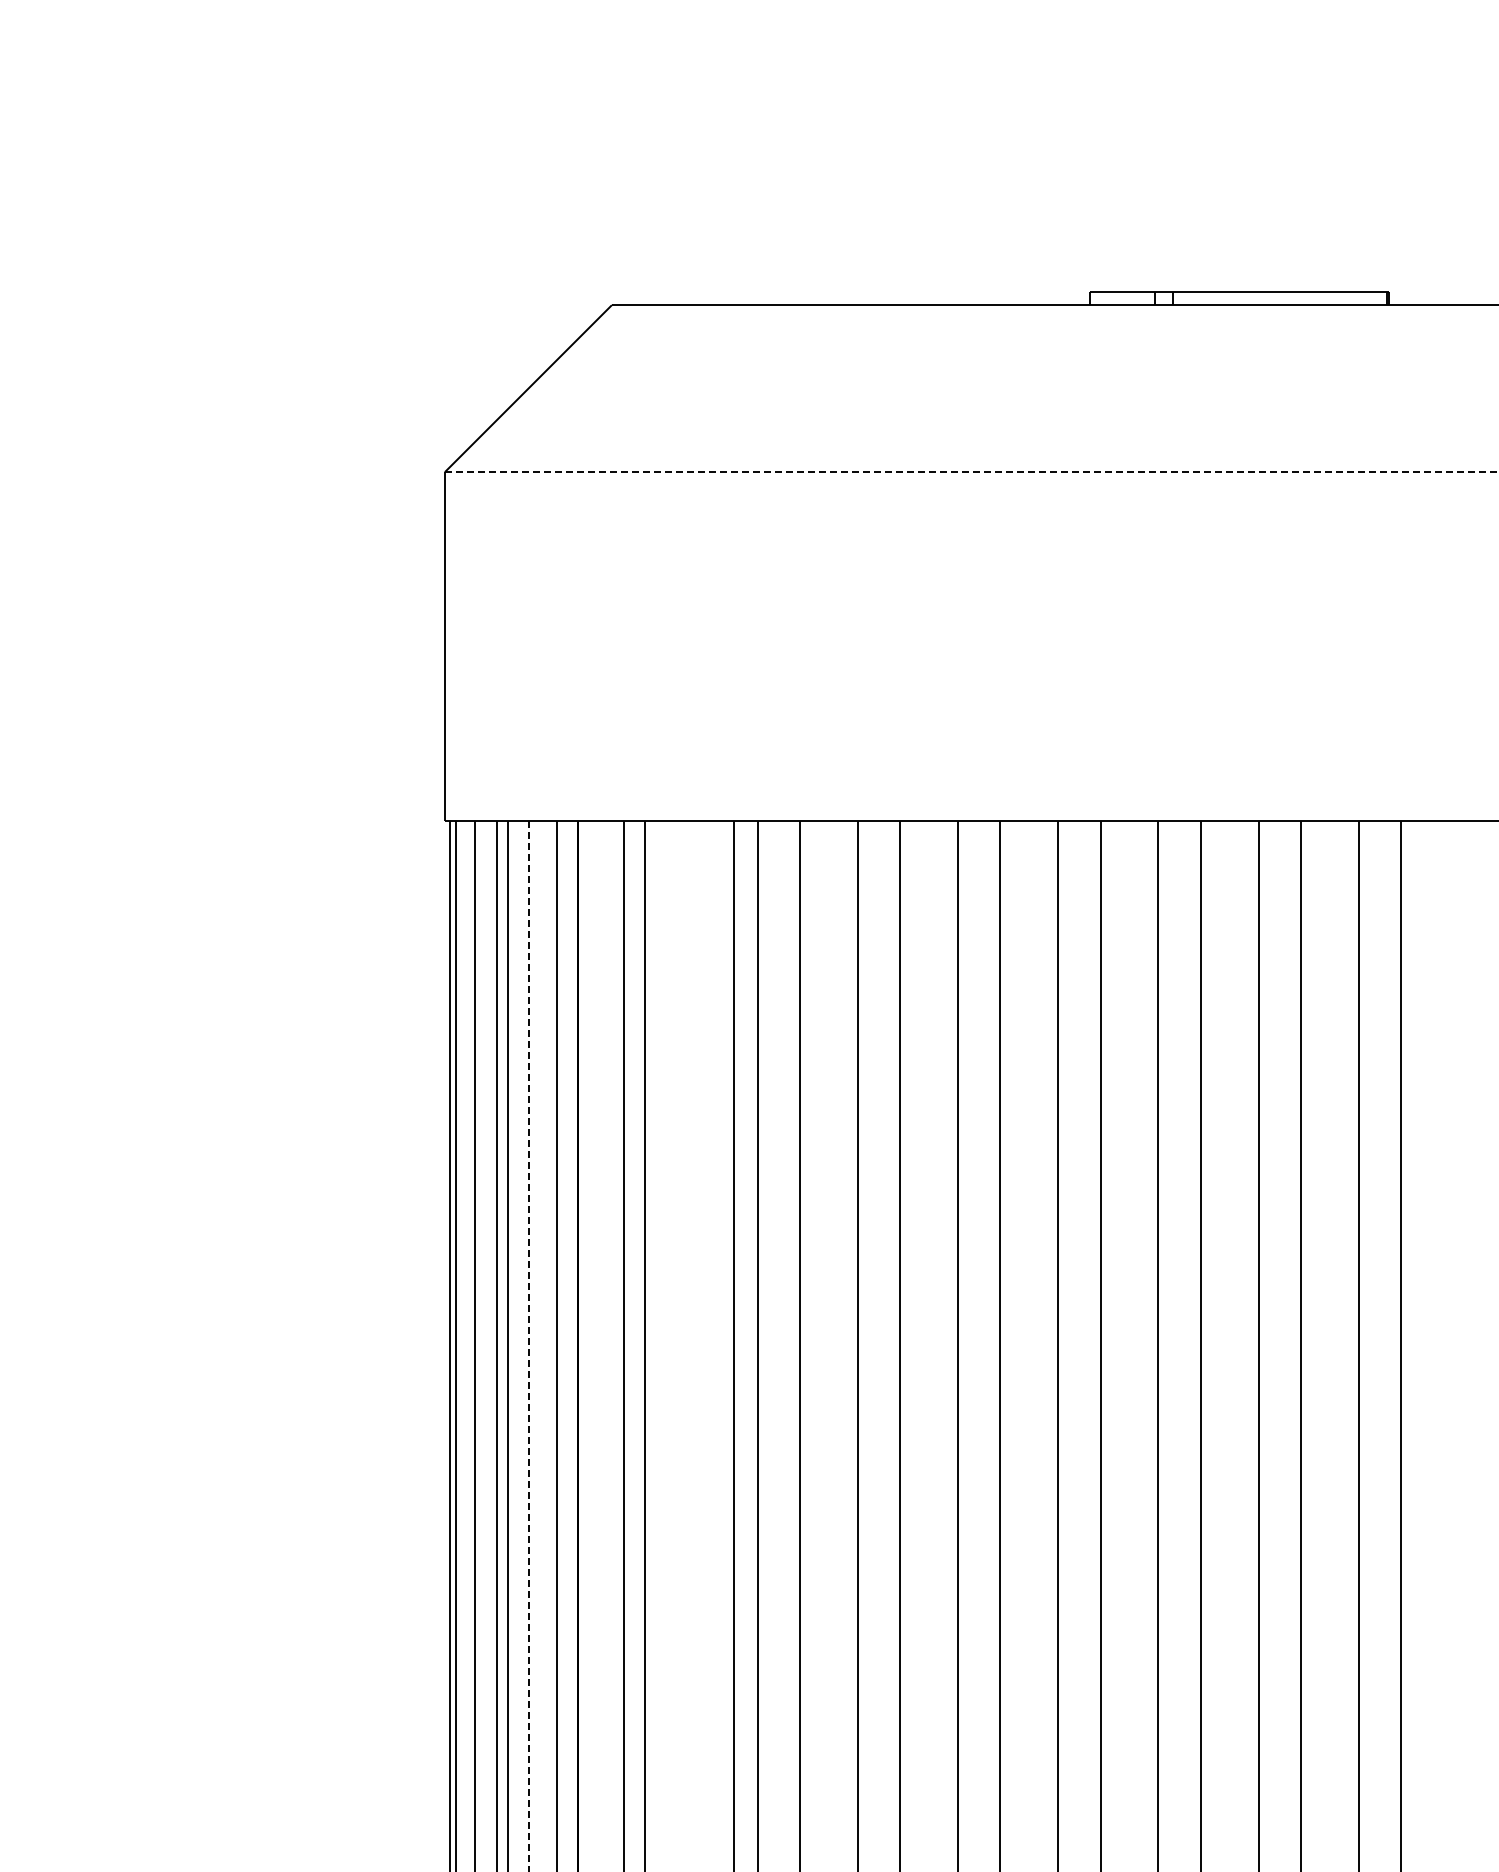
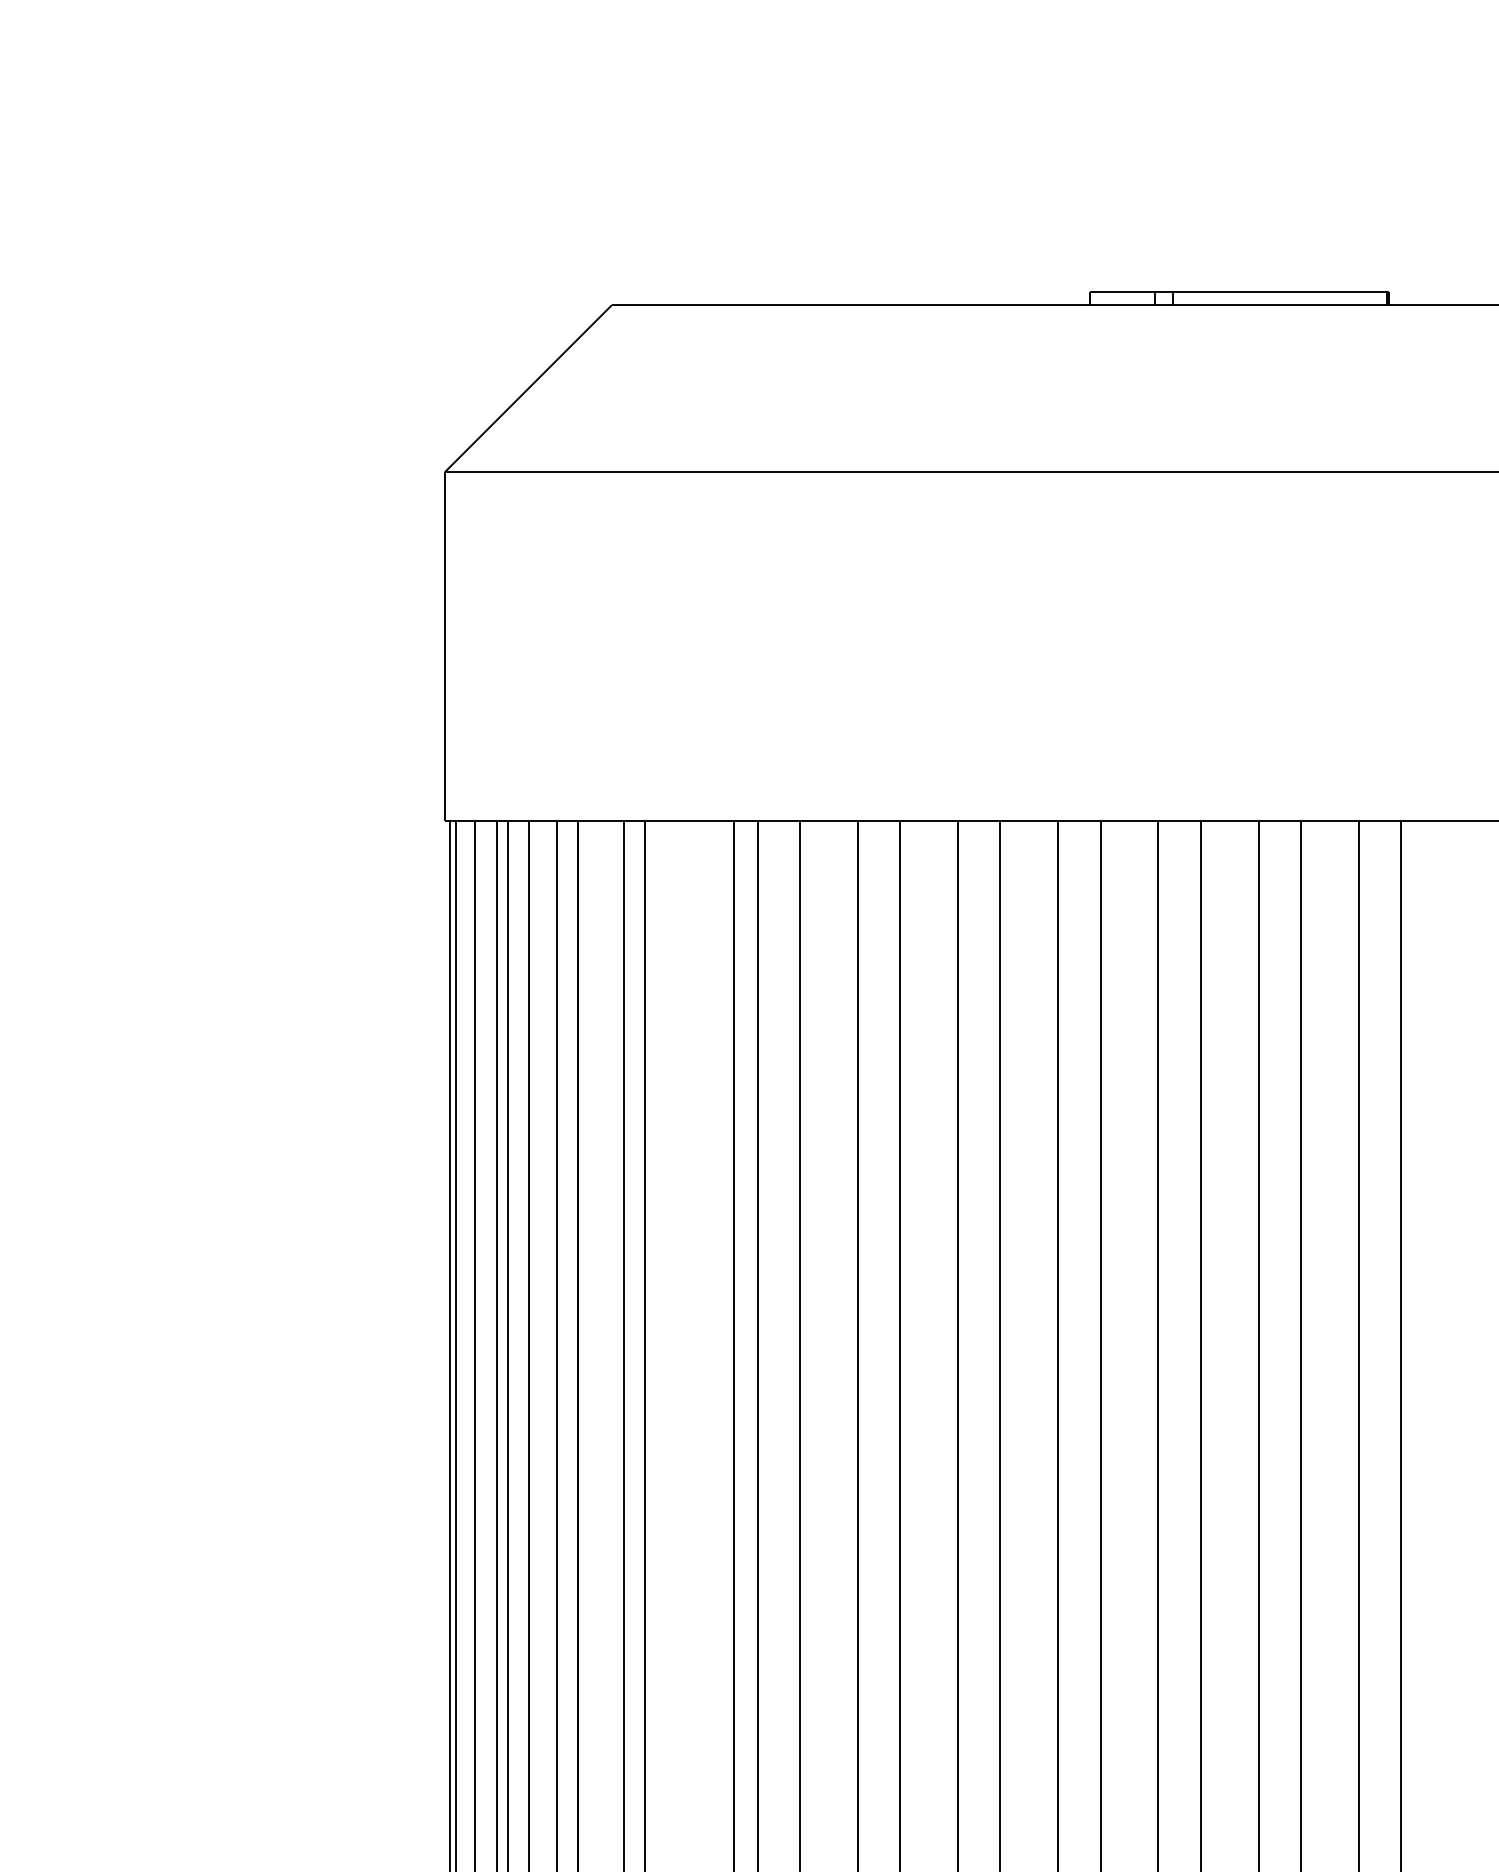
line at (971, 472): dashed -> solid
line at (529, 1346): dashed -> solid
